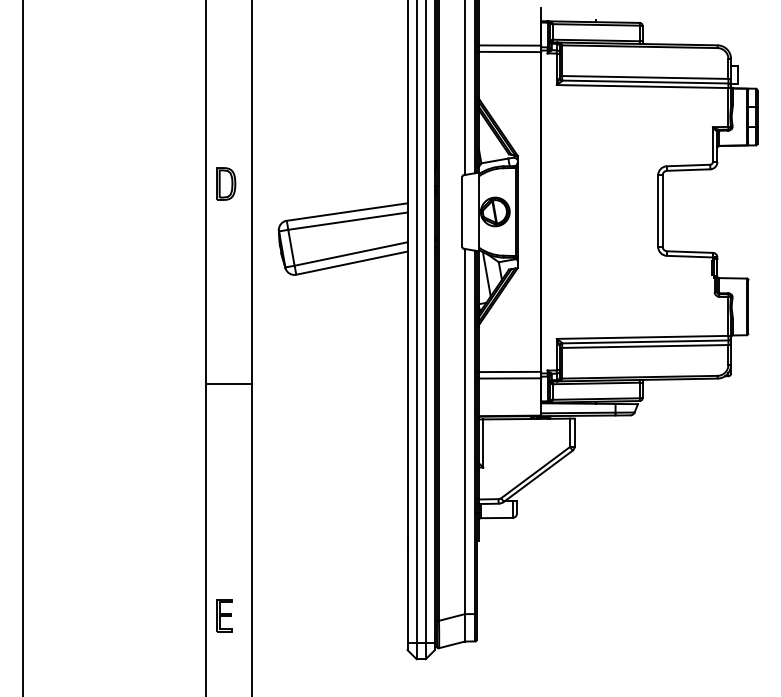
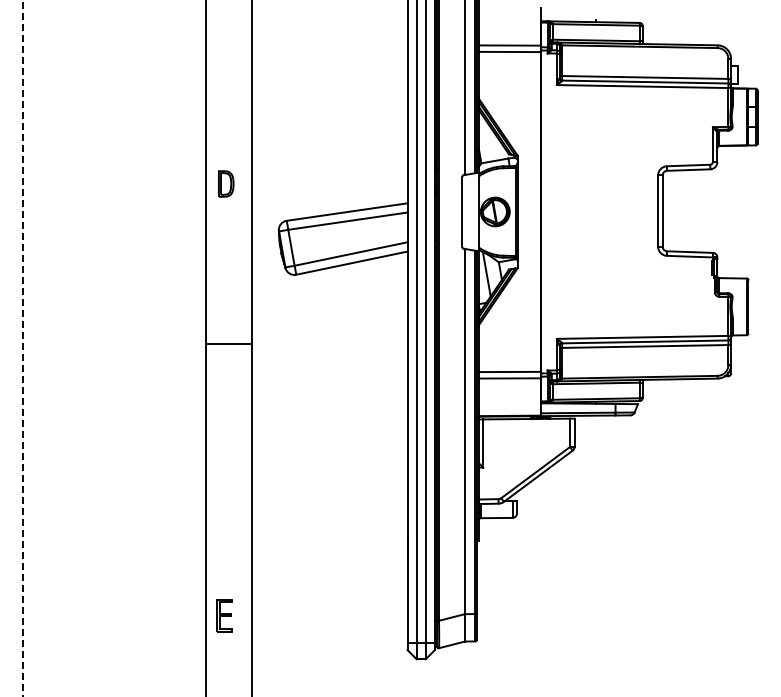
part at (226, 183) size: 21x34 px -> 17x28 px
line at (23, 348): solid -> dashed
line at (228, 383) position: (228, 383) -> (228, 343)
